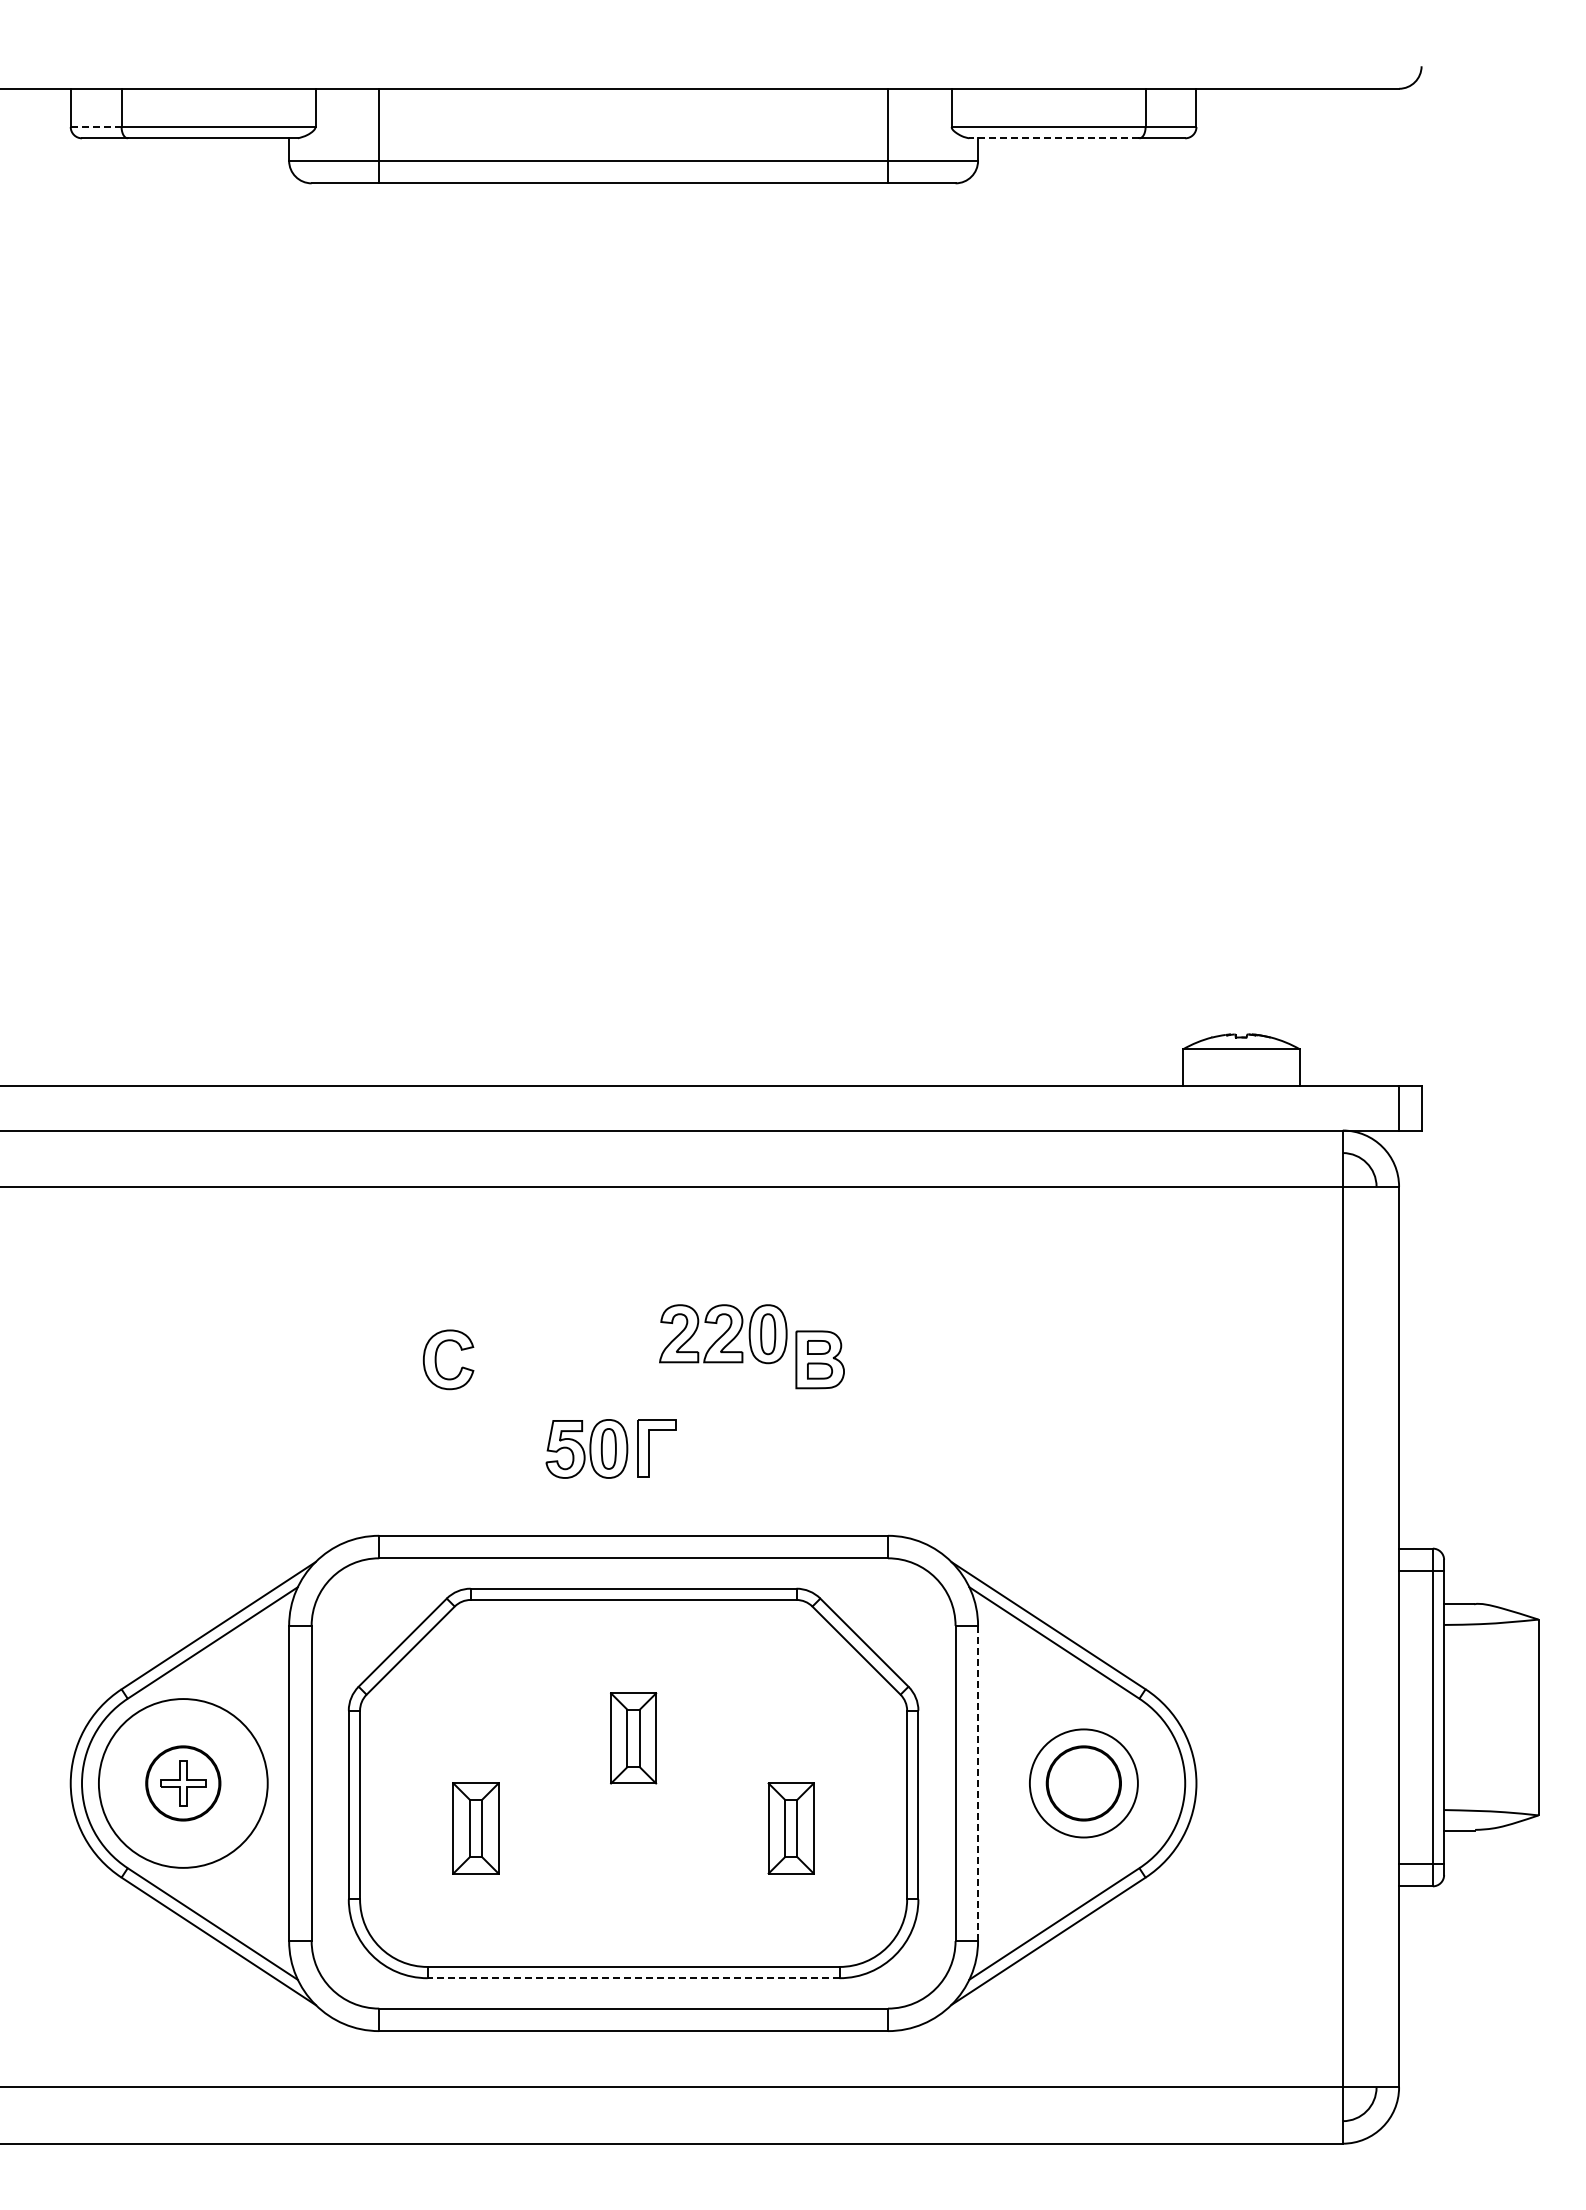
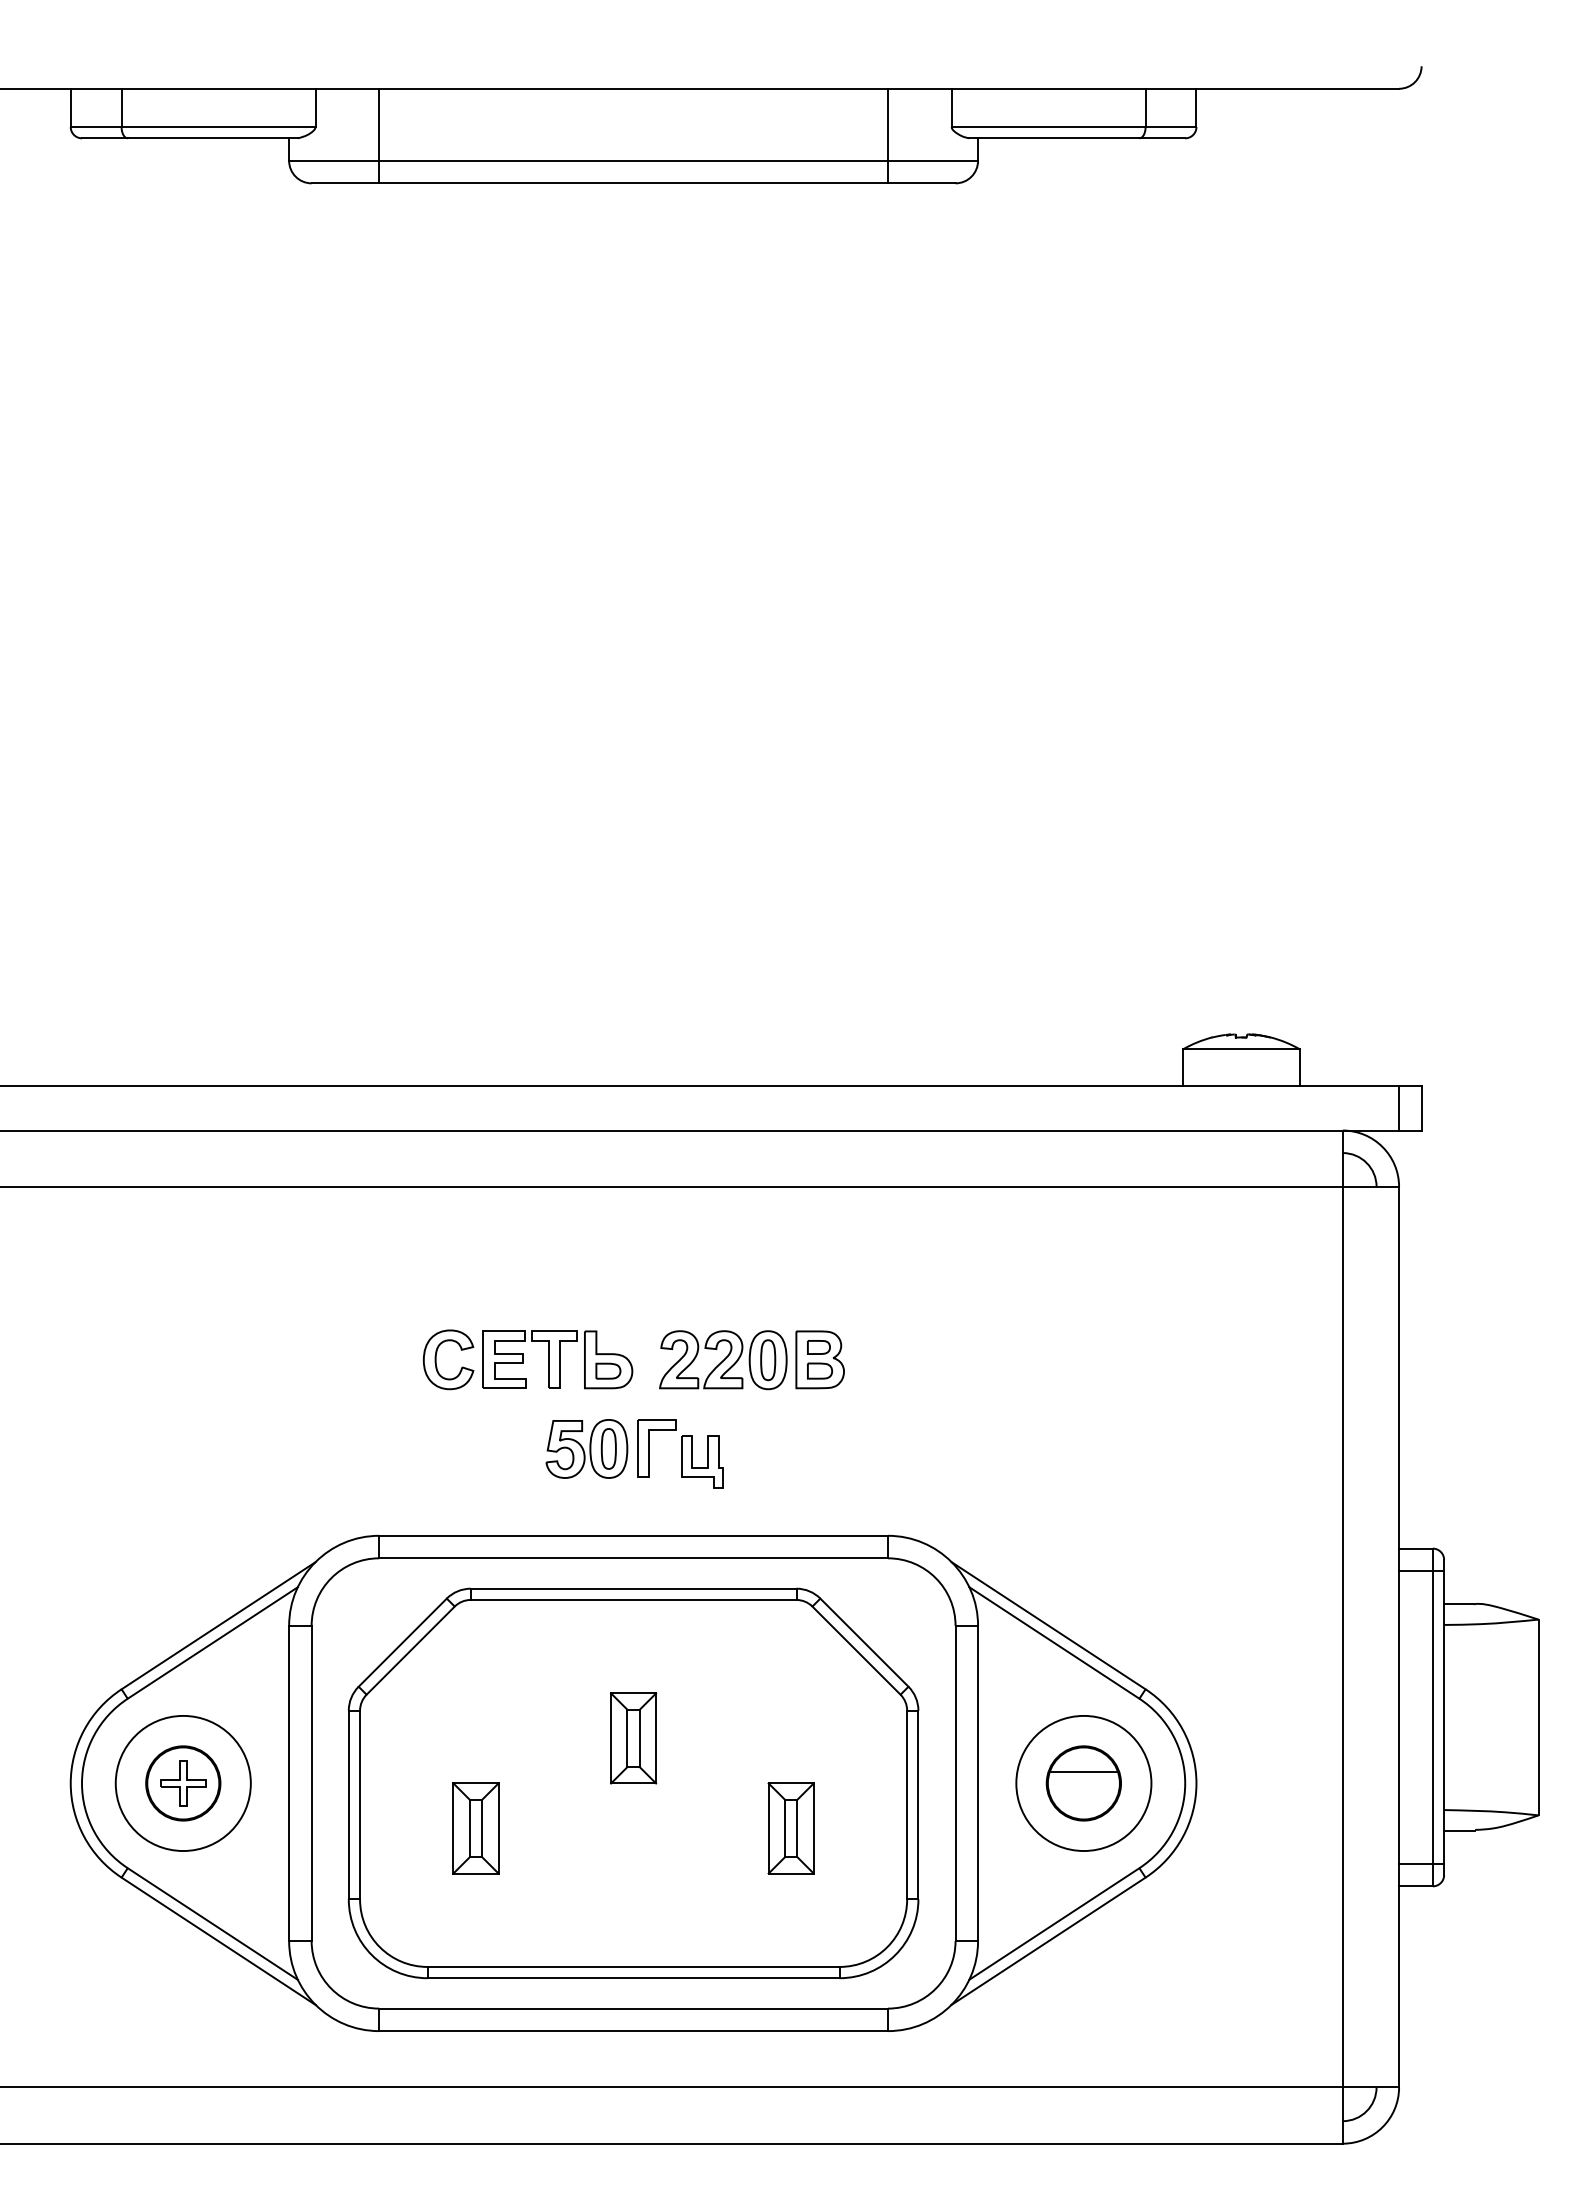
line at (96, 127): dashed -> solid
line at (1053, 138): dashed -> solid
part at (723, 1334) position: (723, 1334) -> (723, 1360)
part at (557, 1359): none -> present
part at (702, 1461): none -> present
line at (1083, 1771): none -> present
circle at (182, 1783) diameter: 169 px -> 135 px
line at (978, 1783): dashed -> solid
circle at (1083, 1783) diameter: 108 px -> 135 px
line at (633, 1978): dashed -> solid
